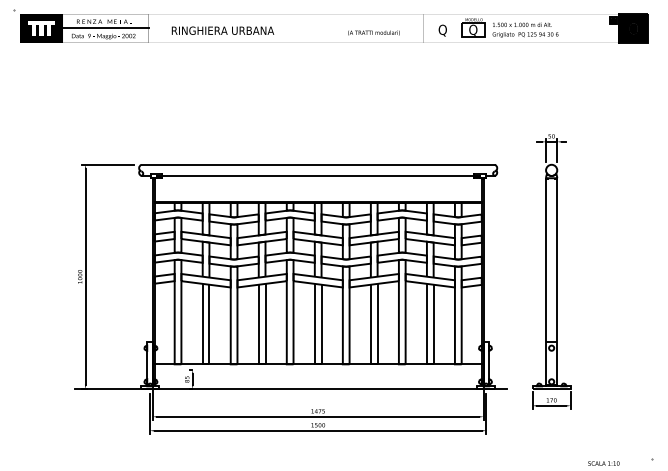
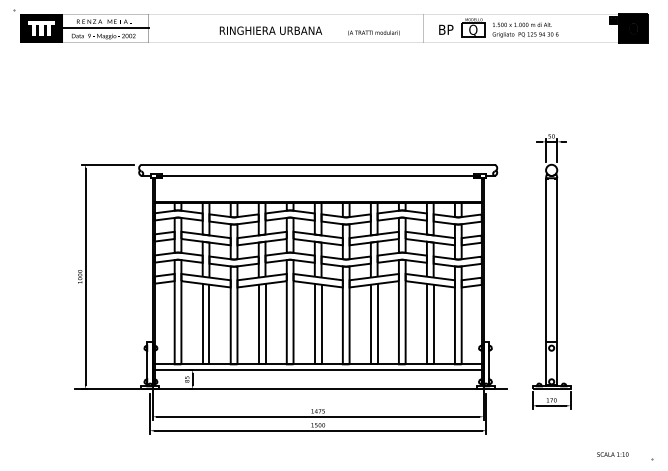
text at (222, 30) position: (222, 30) -> (270, 30)
text at (445, 30): Q -> BP
line at (317, 369): none -> present
text at (603, 463) position: (603, 463) -> (612, 454)
